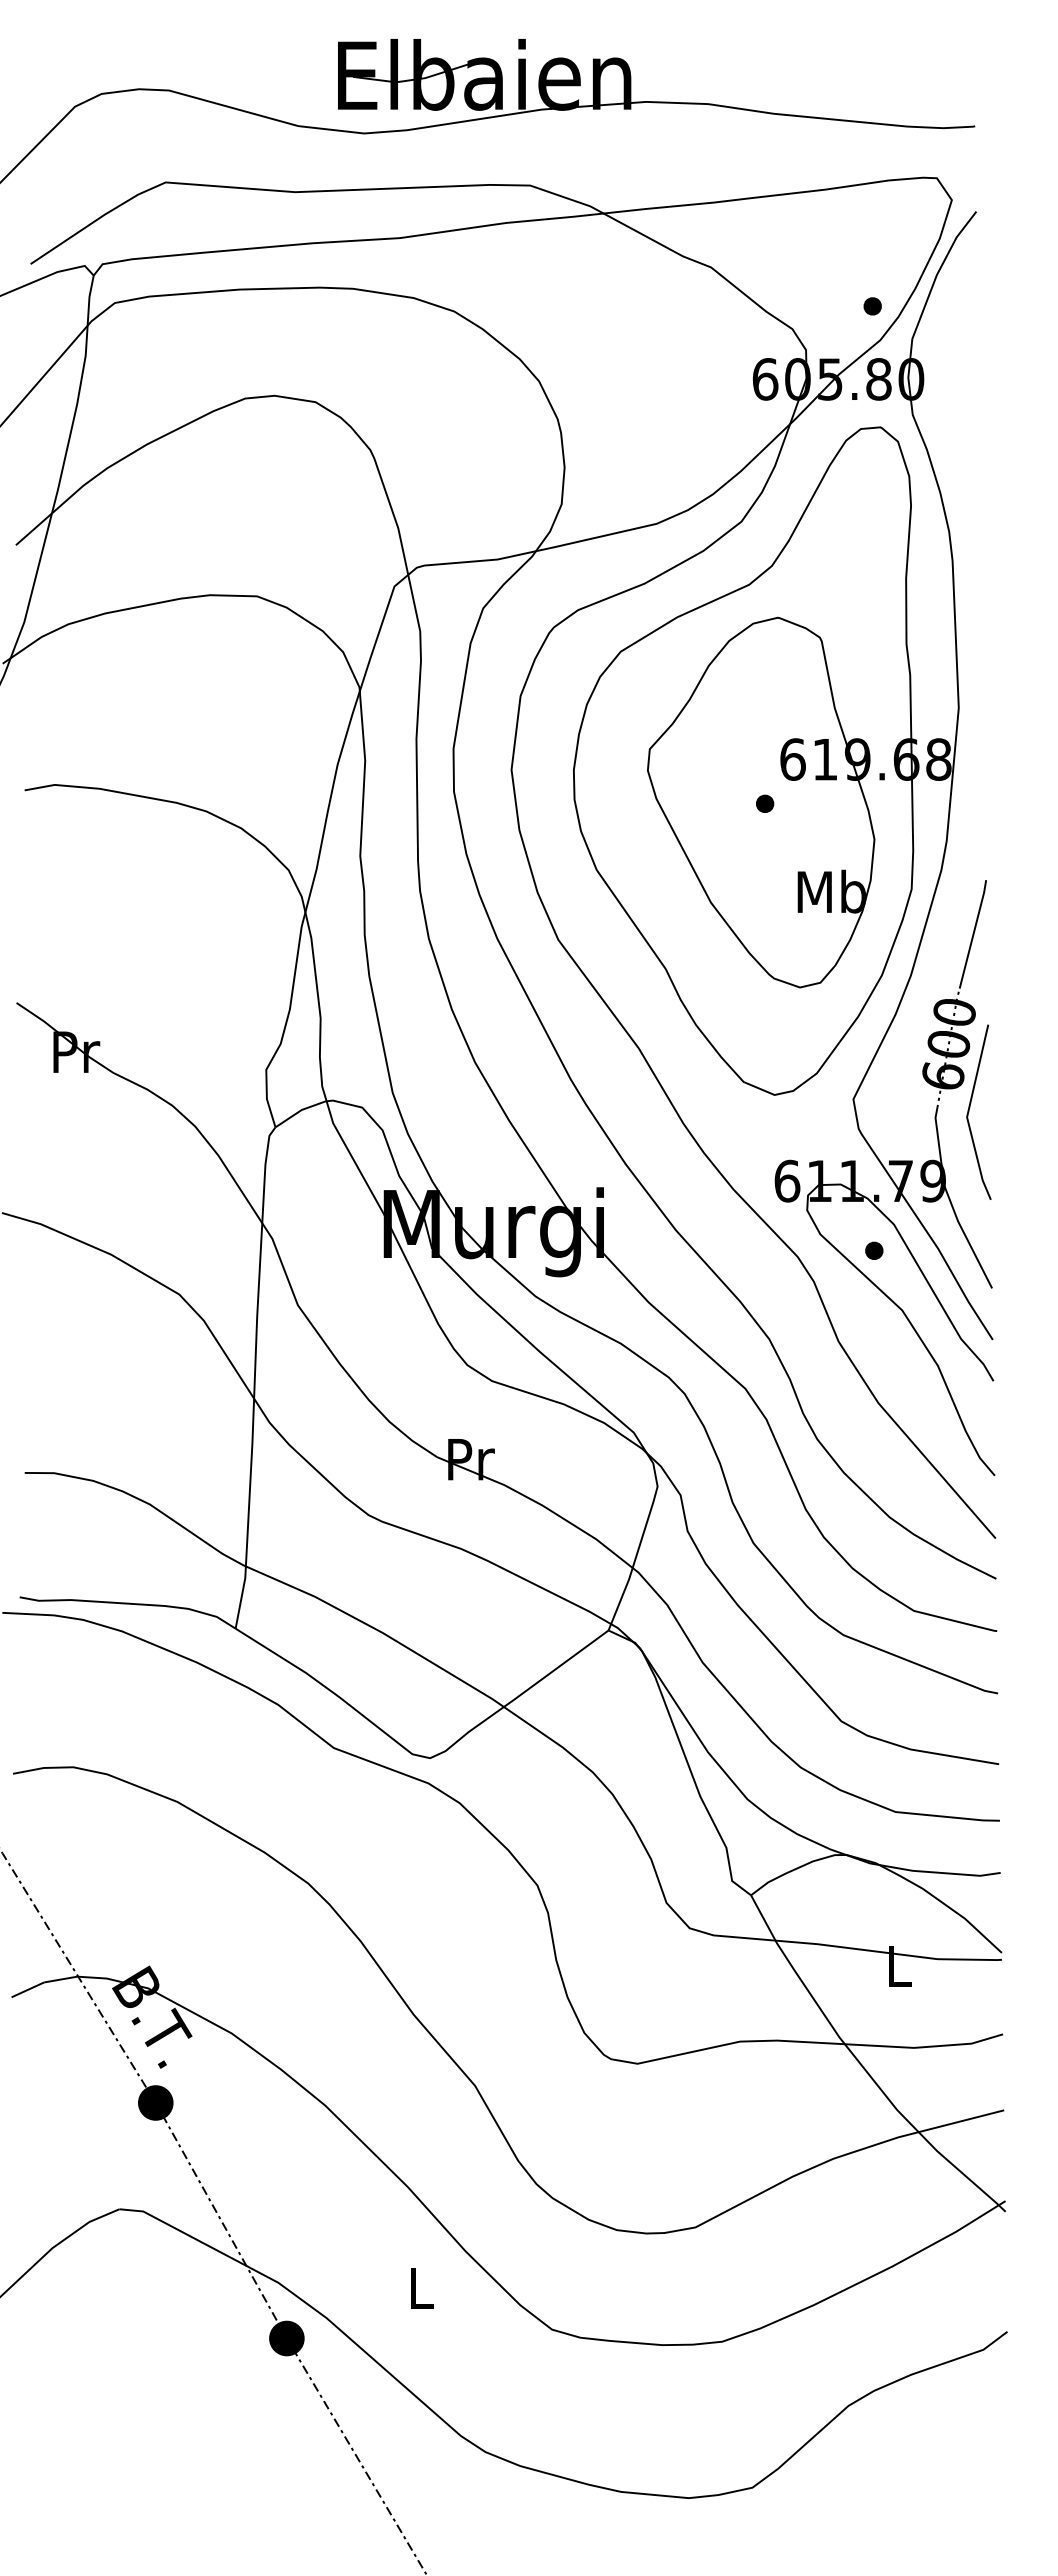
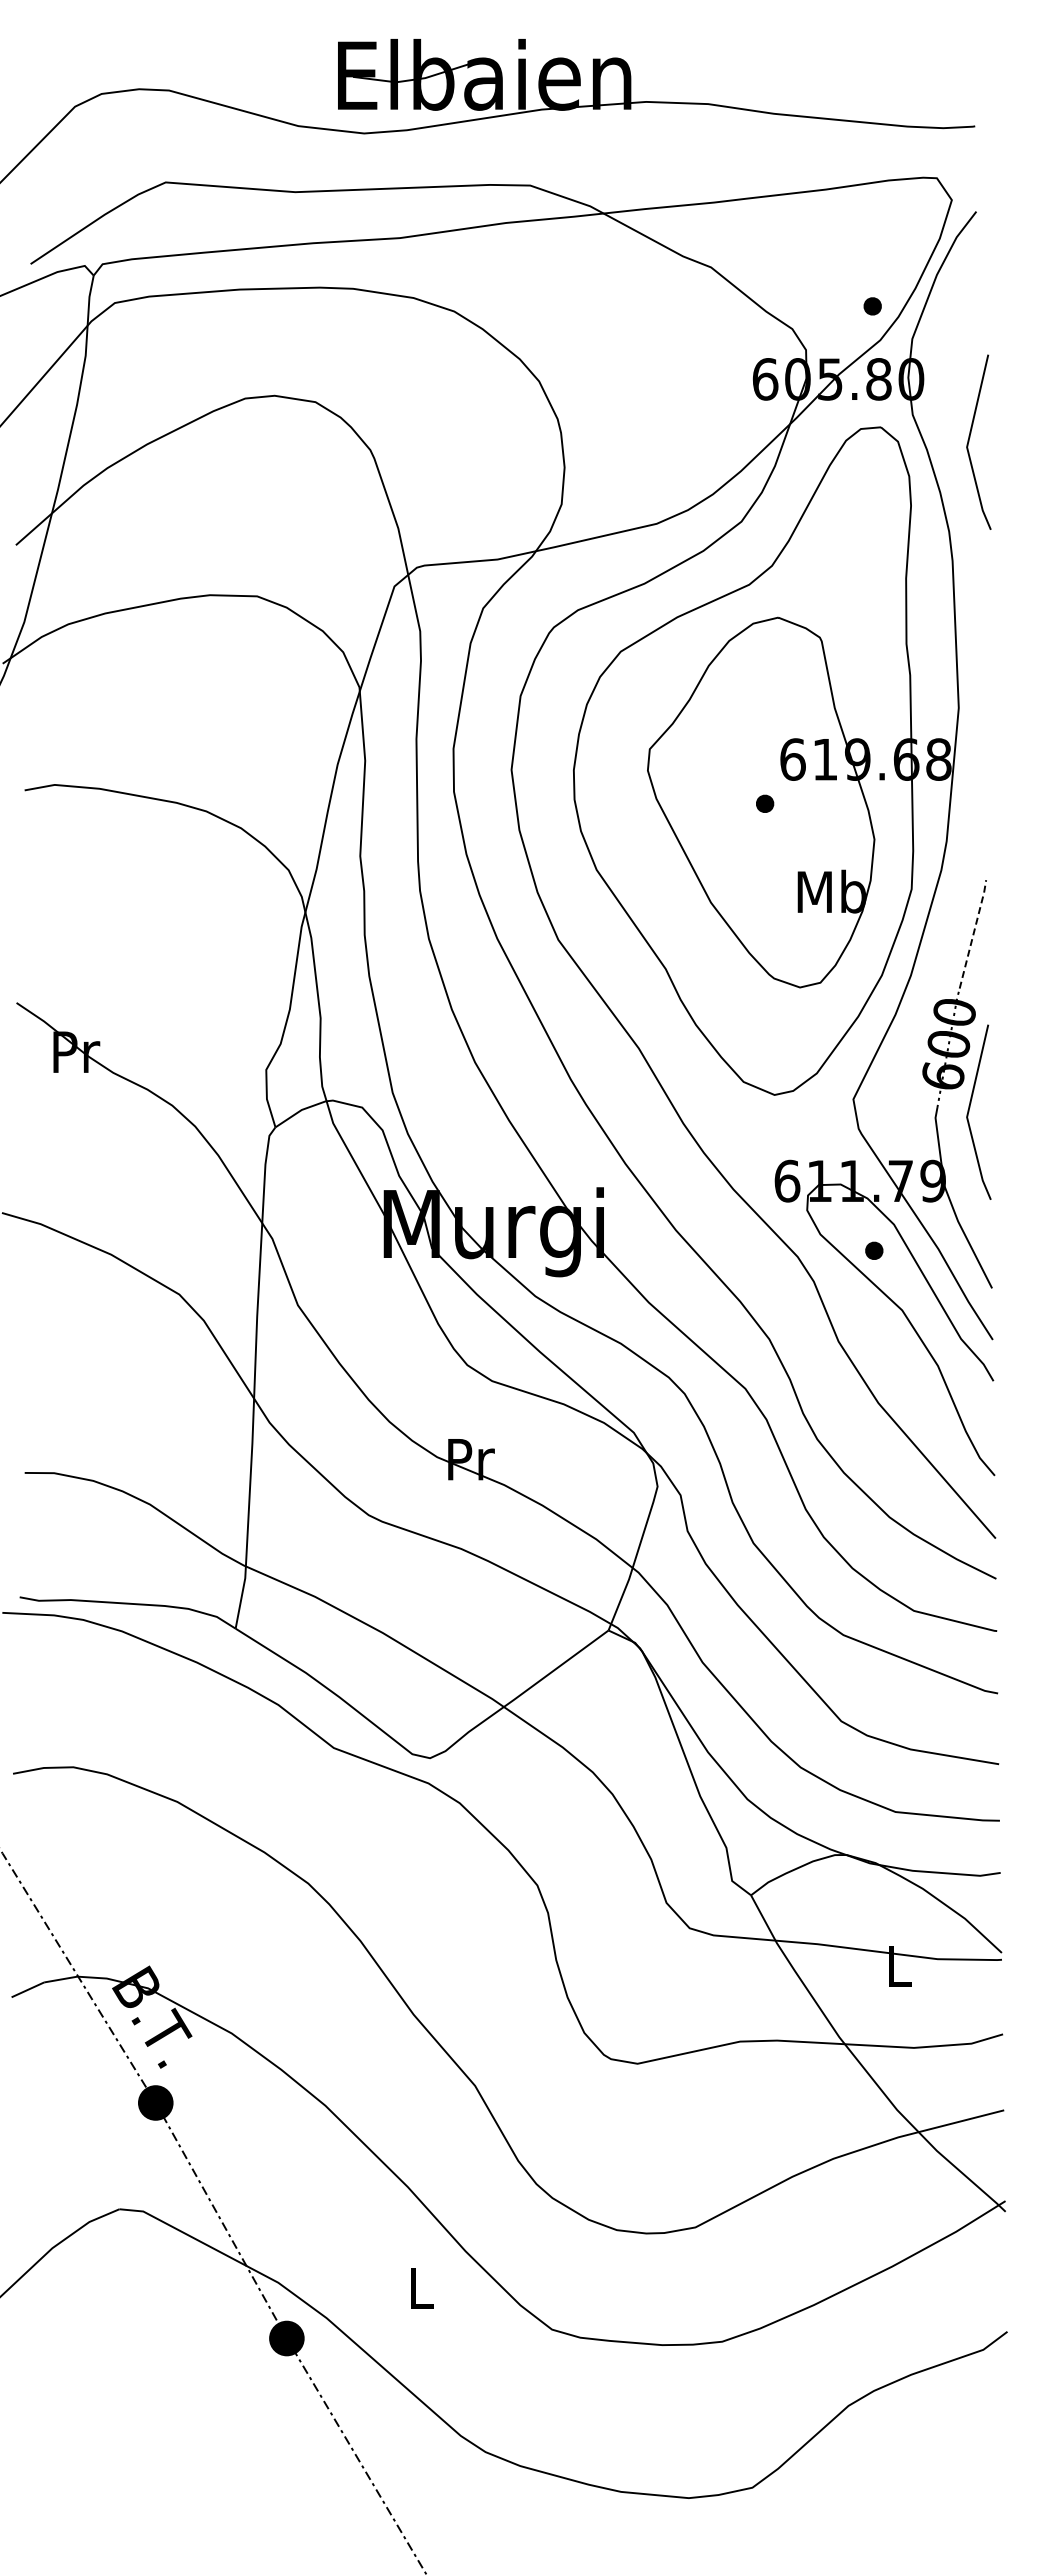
line at (970, 437): none -> present
line at (973, 933): solid -> dashed
